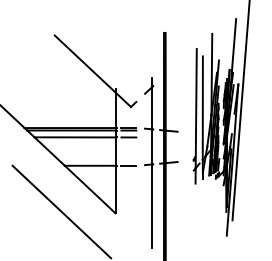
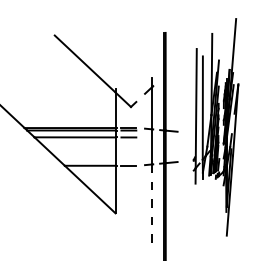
line at (240, 111): present -> none
line at (152, 206): solid -> dashed
line at (61, 211): present -> none
